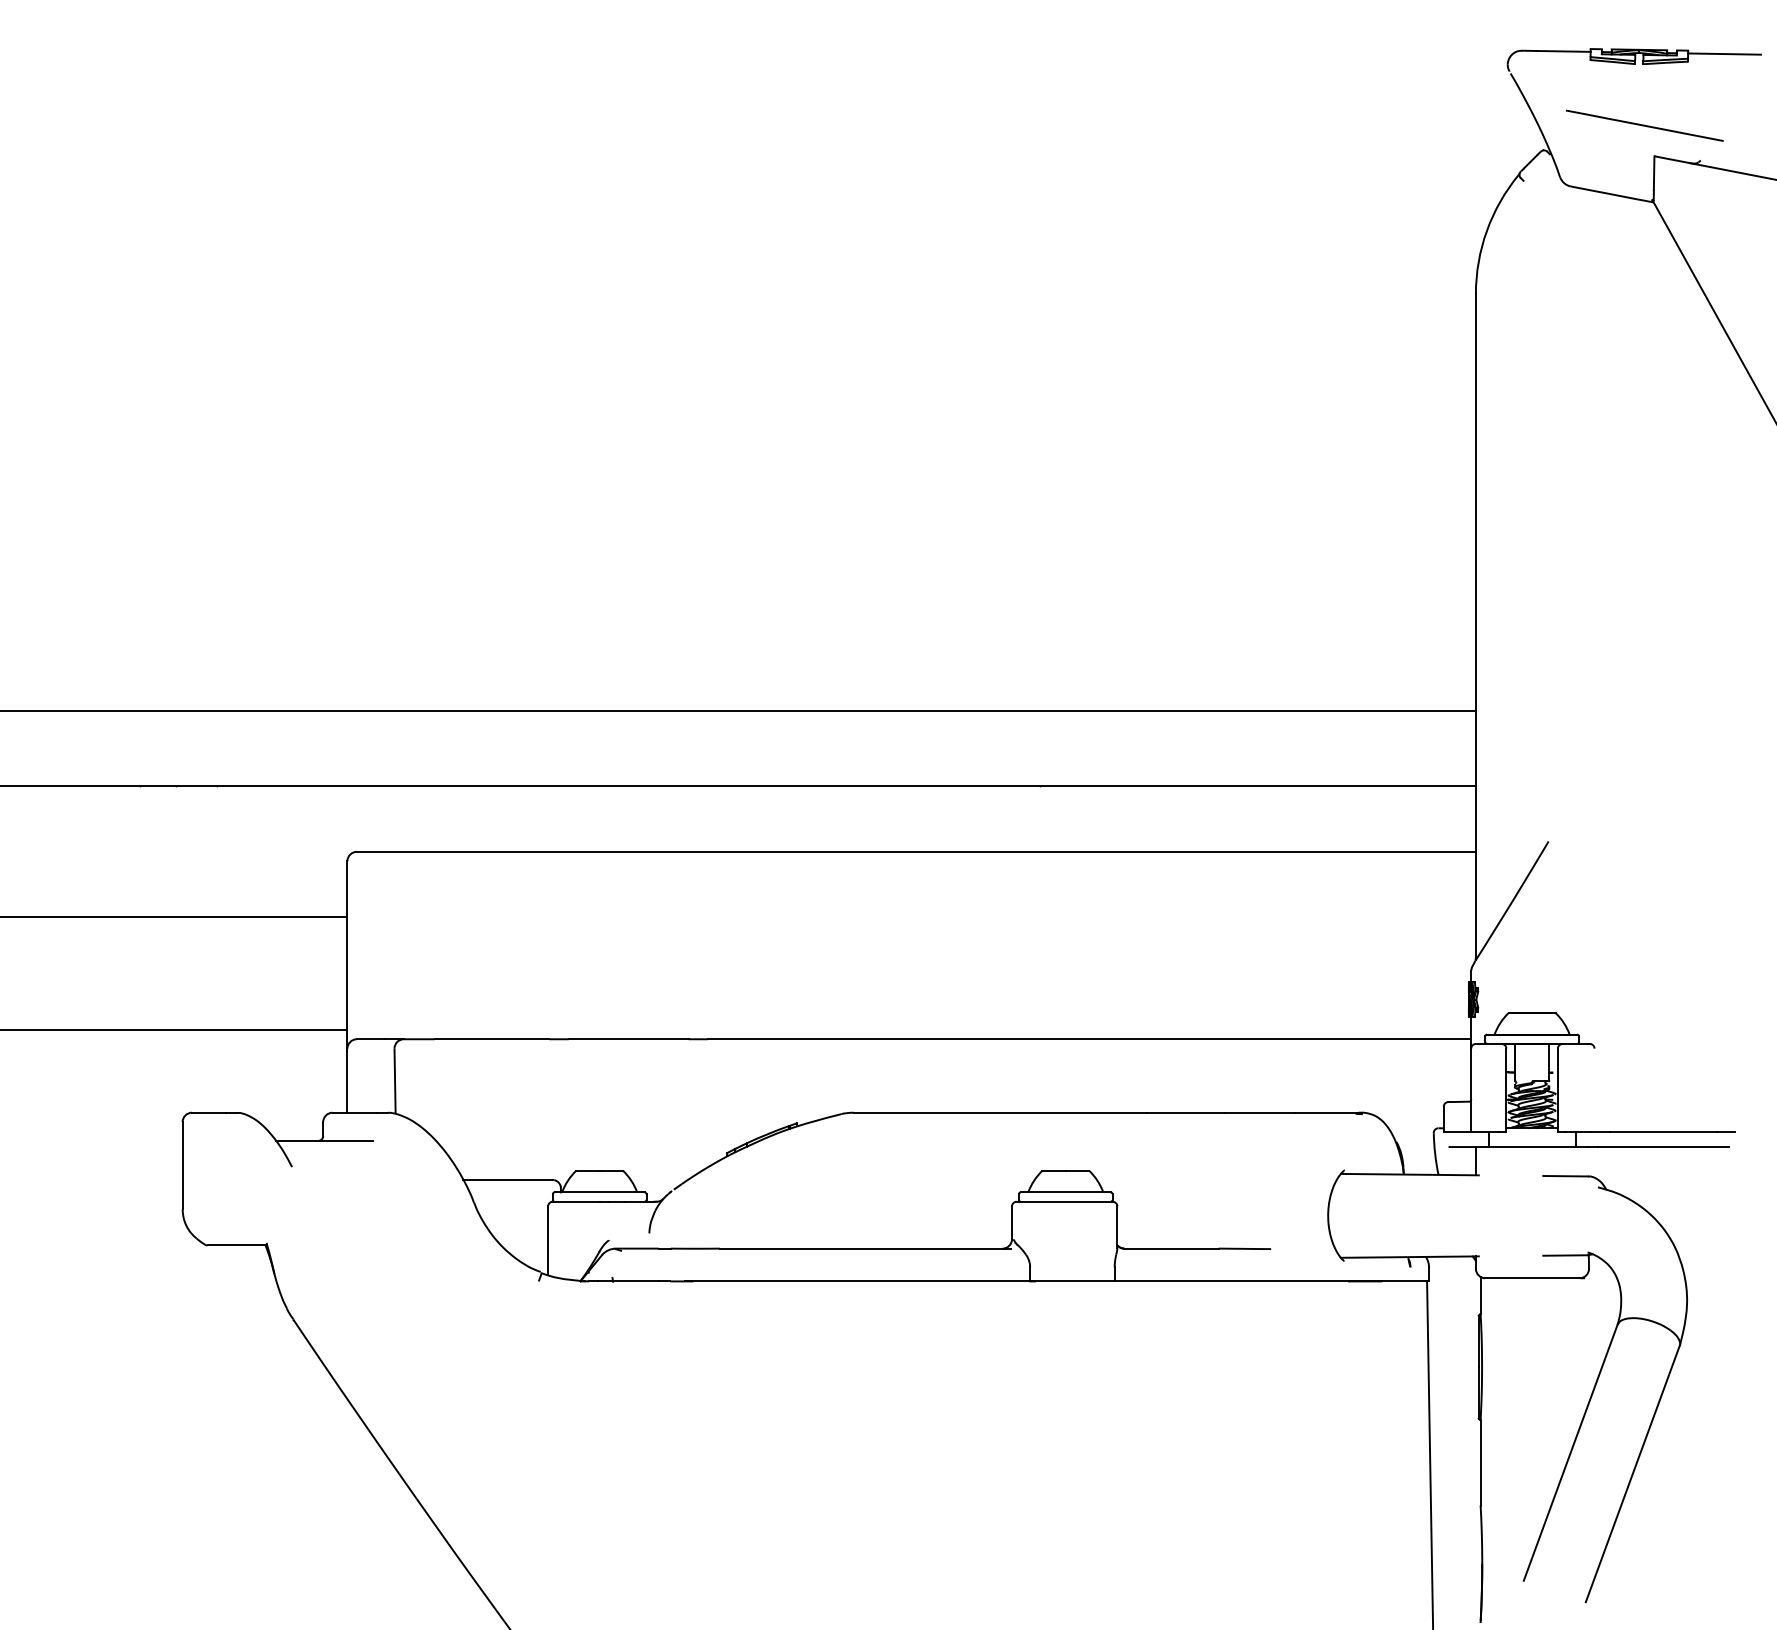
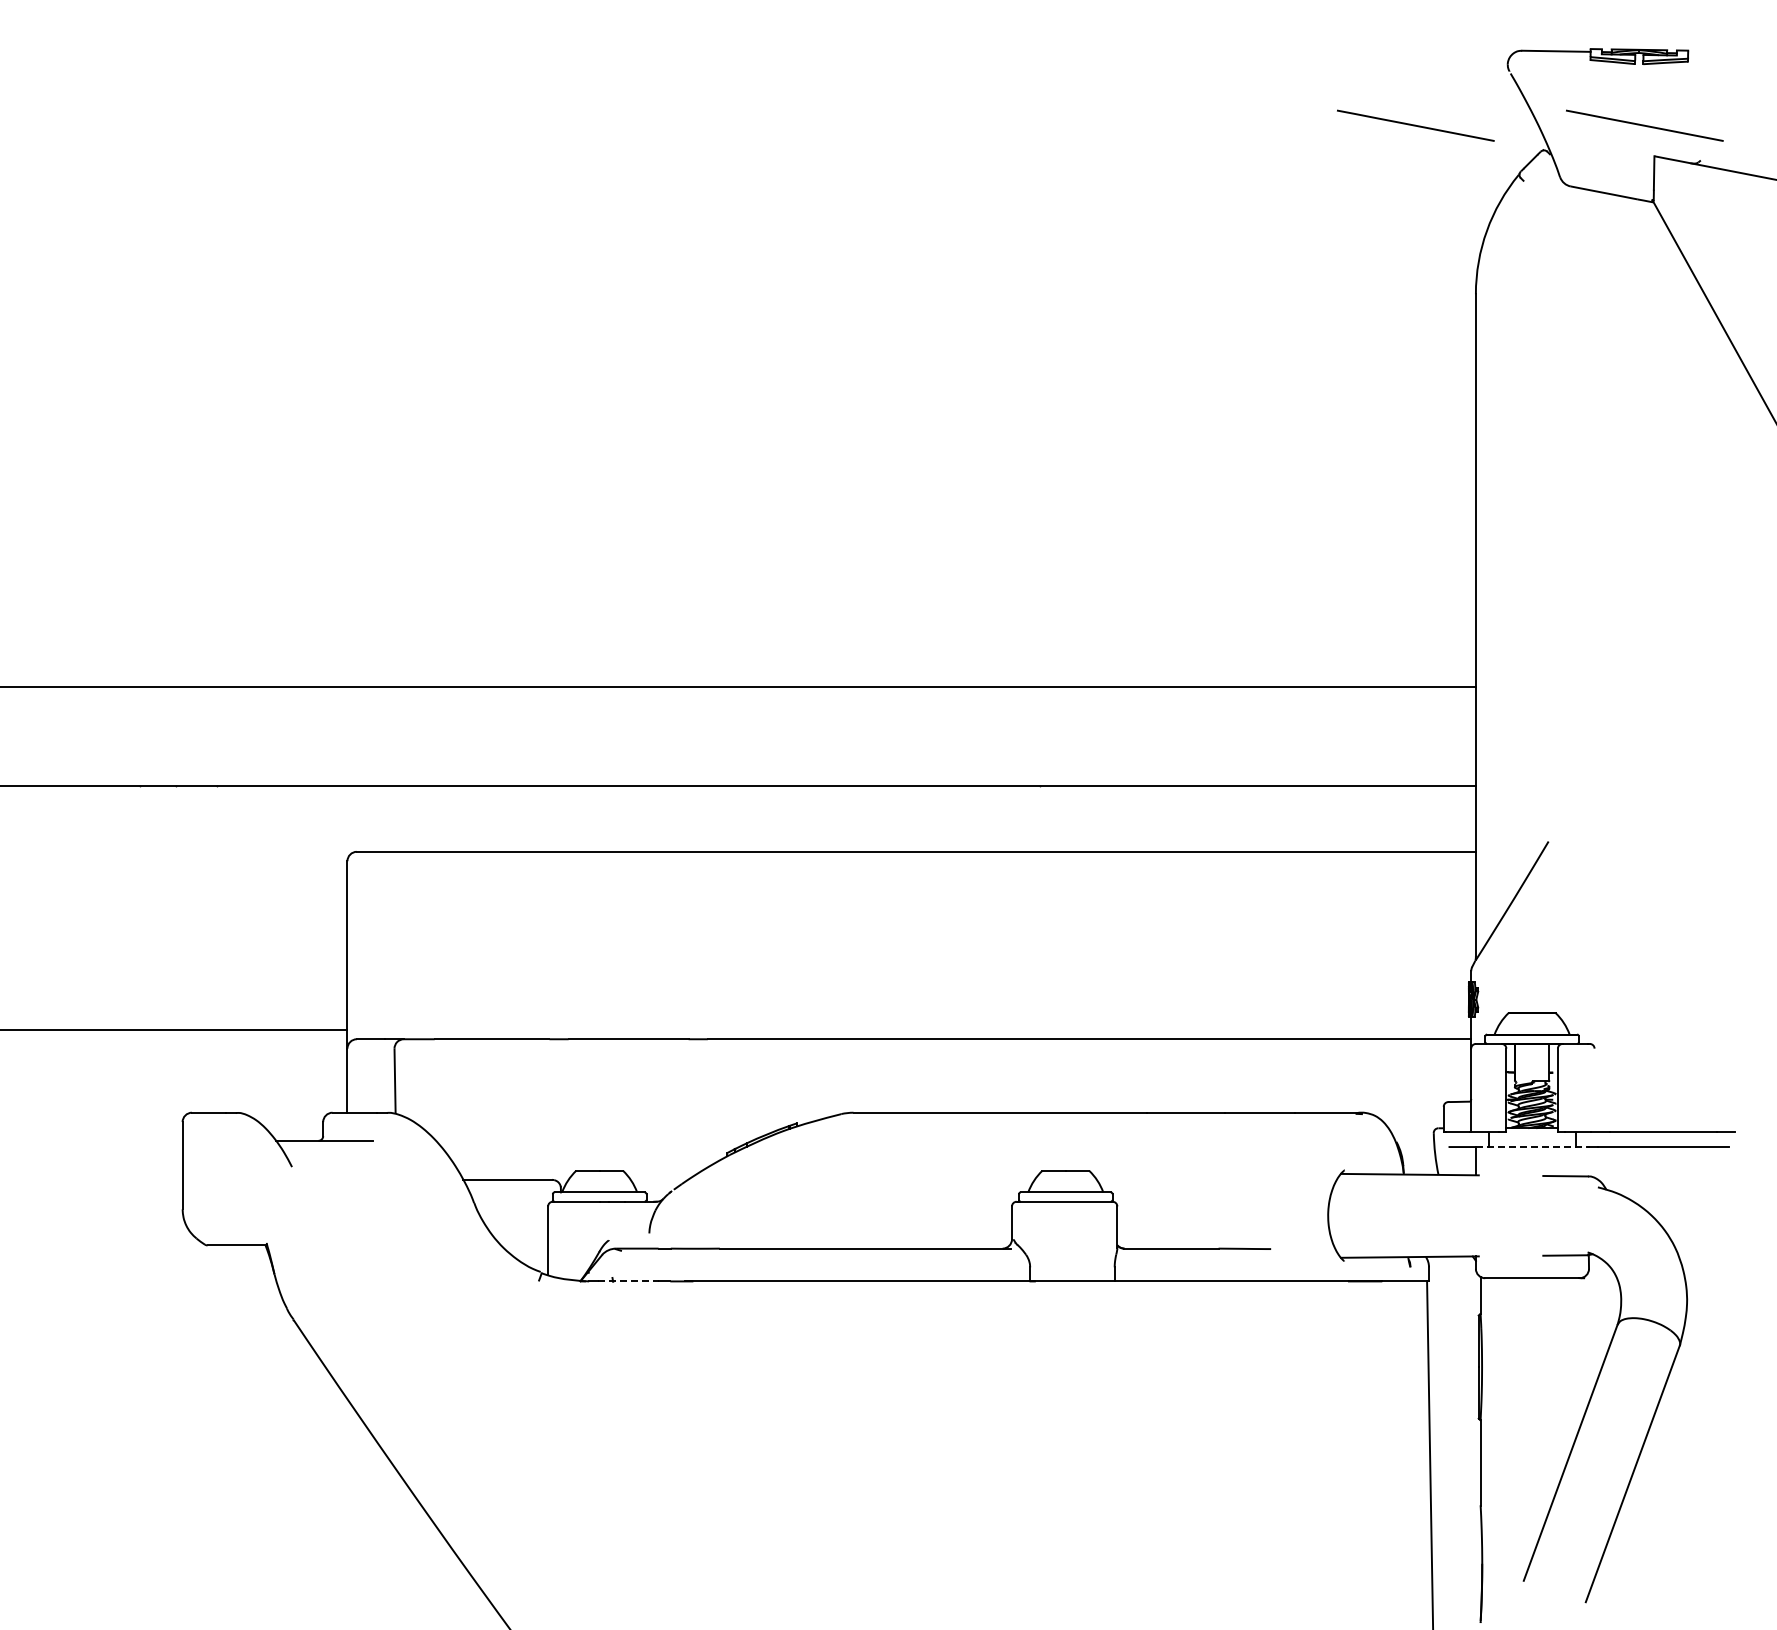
line at (1724, 53): present -> none
line at (1415, 125): none -> present
line at (738, 711) position: (738, 711) -> (738, 687)
line at (174, 917): present -> none
line at (1532, 1147): solid -> dashed
line at (628, 1281): solid -> dashed
